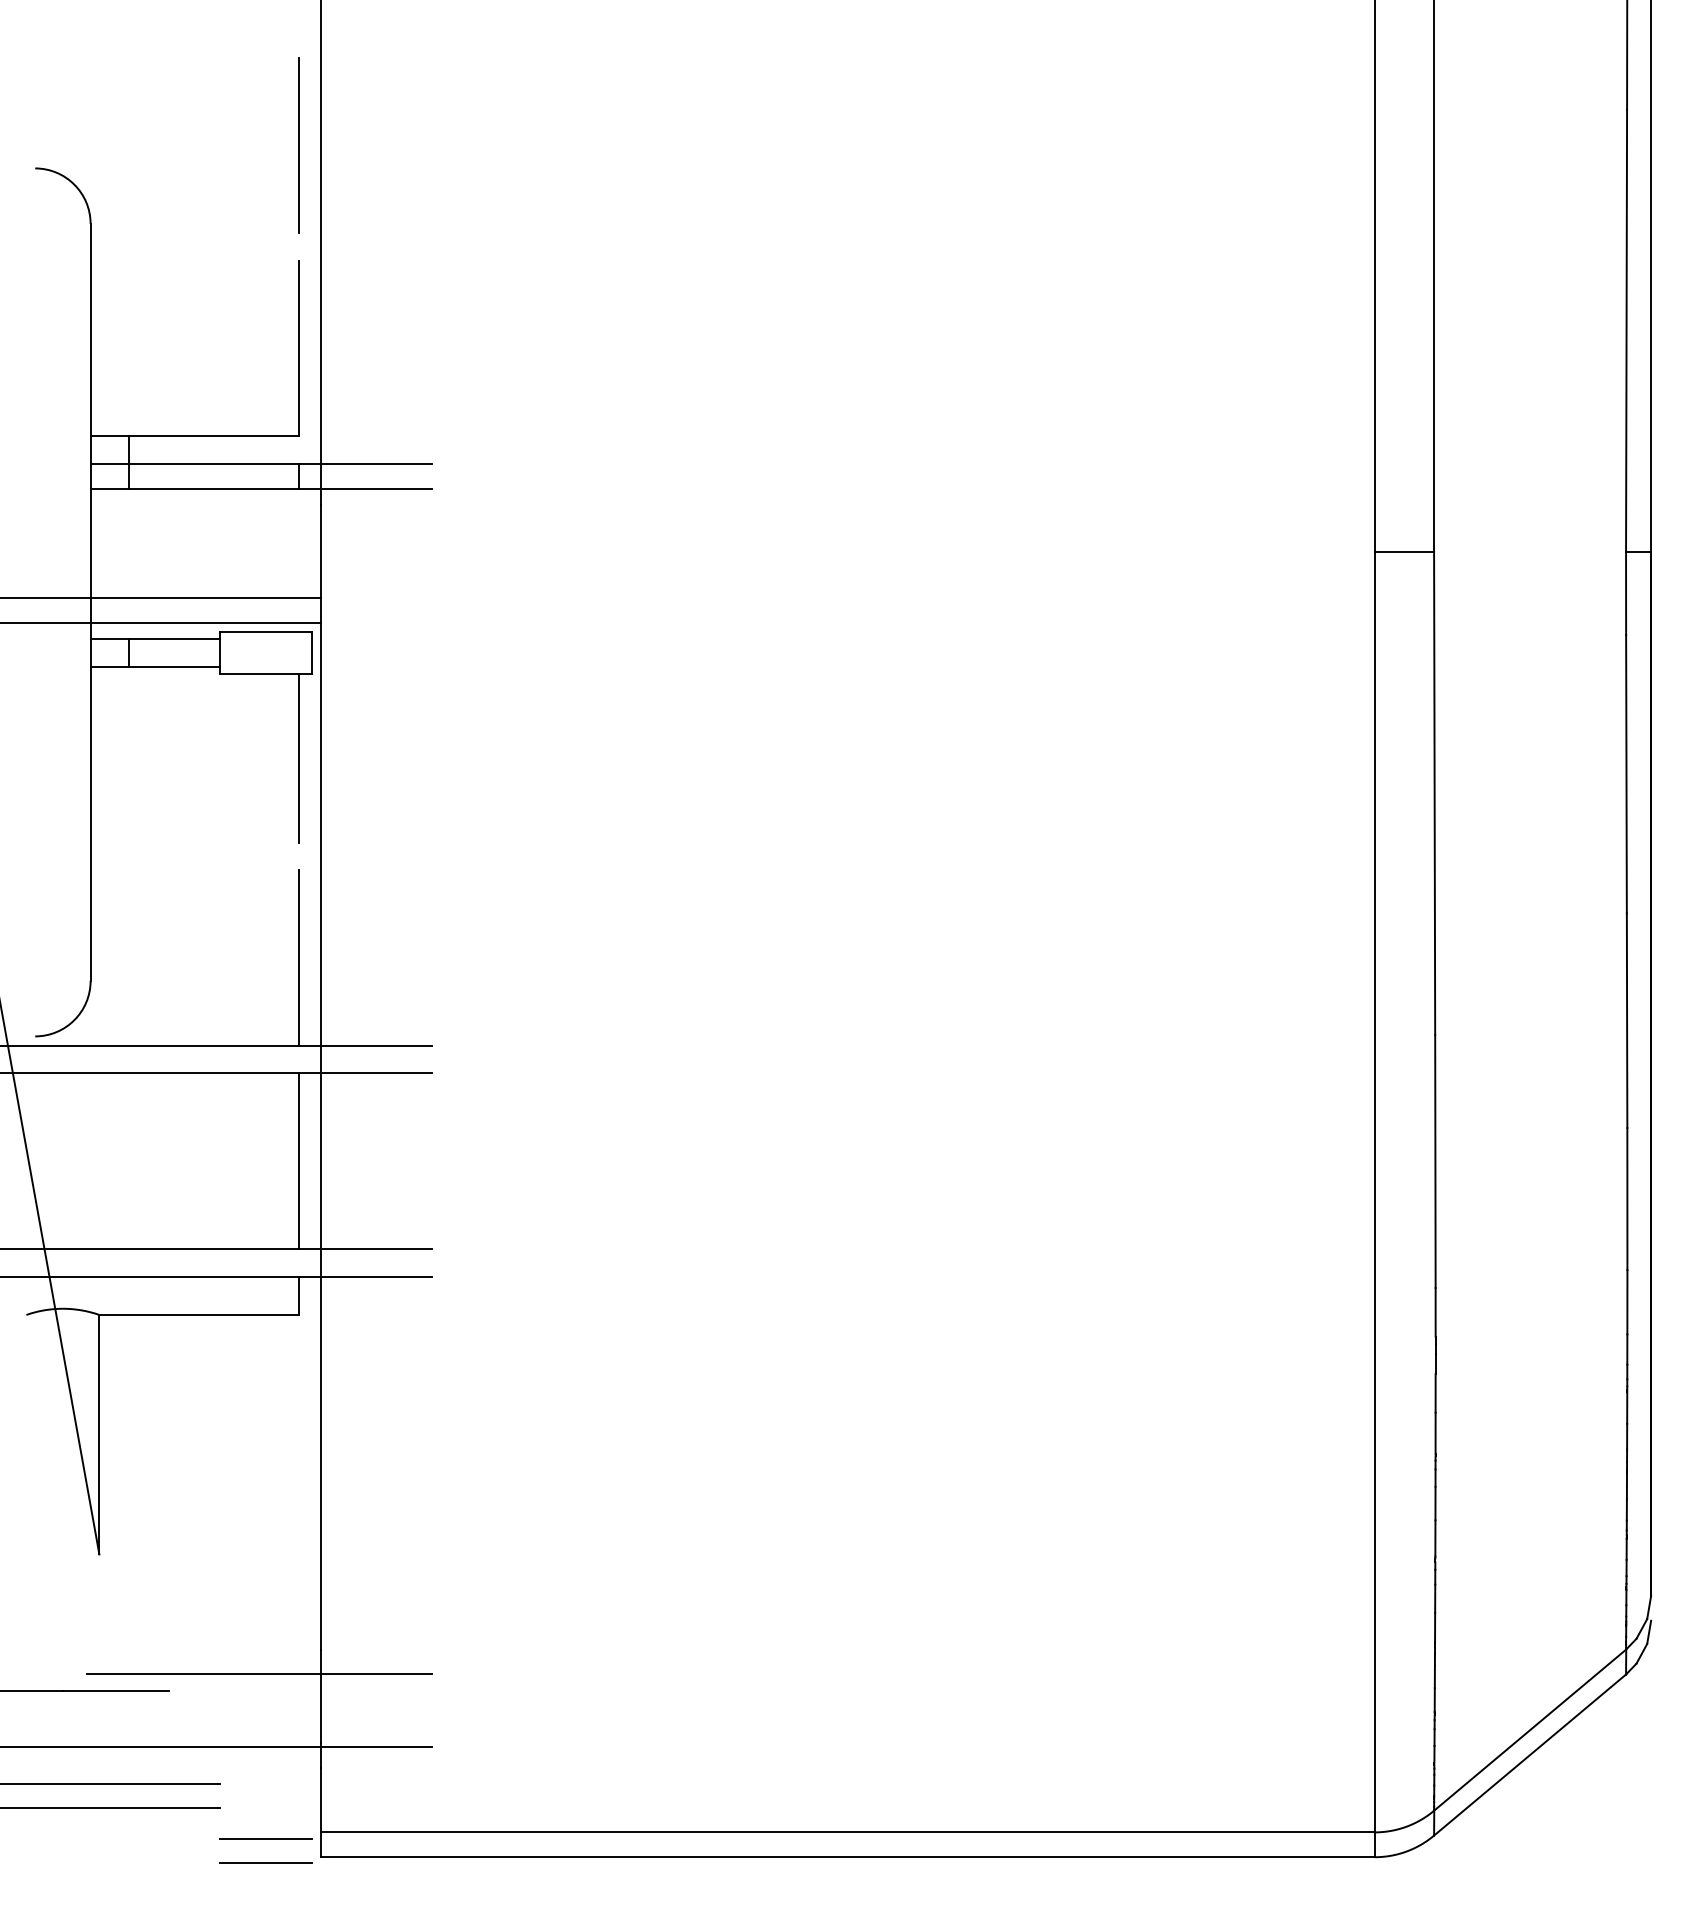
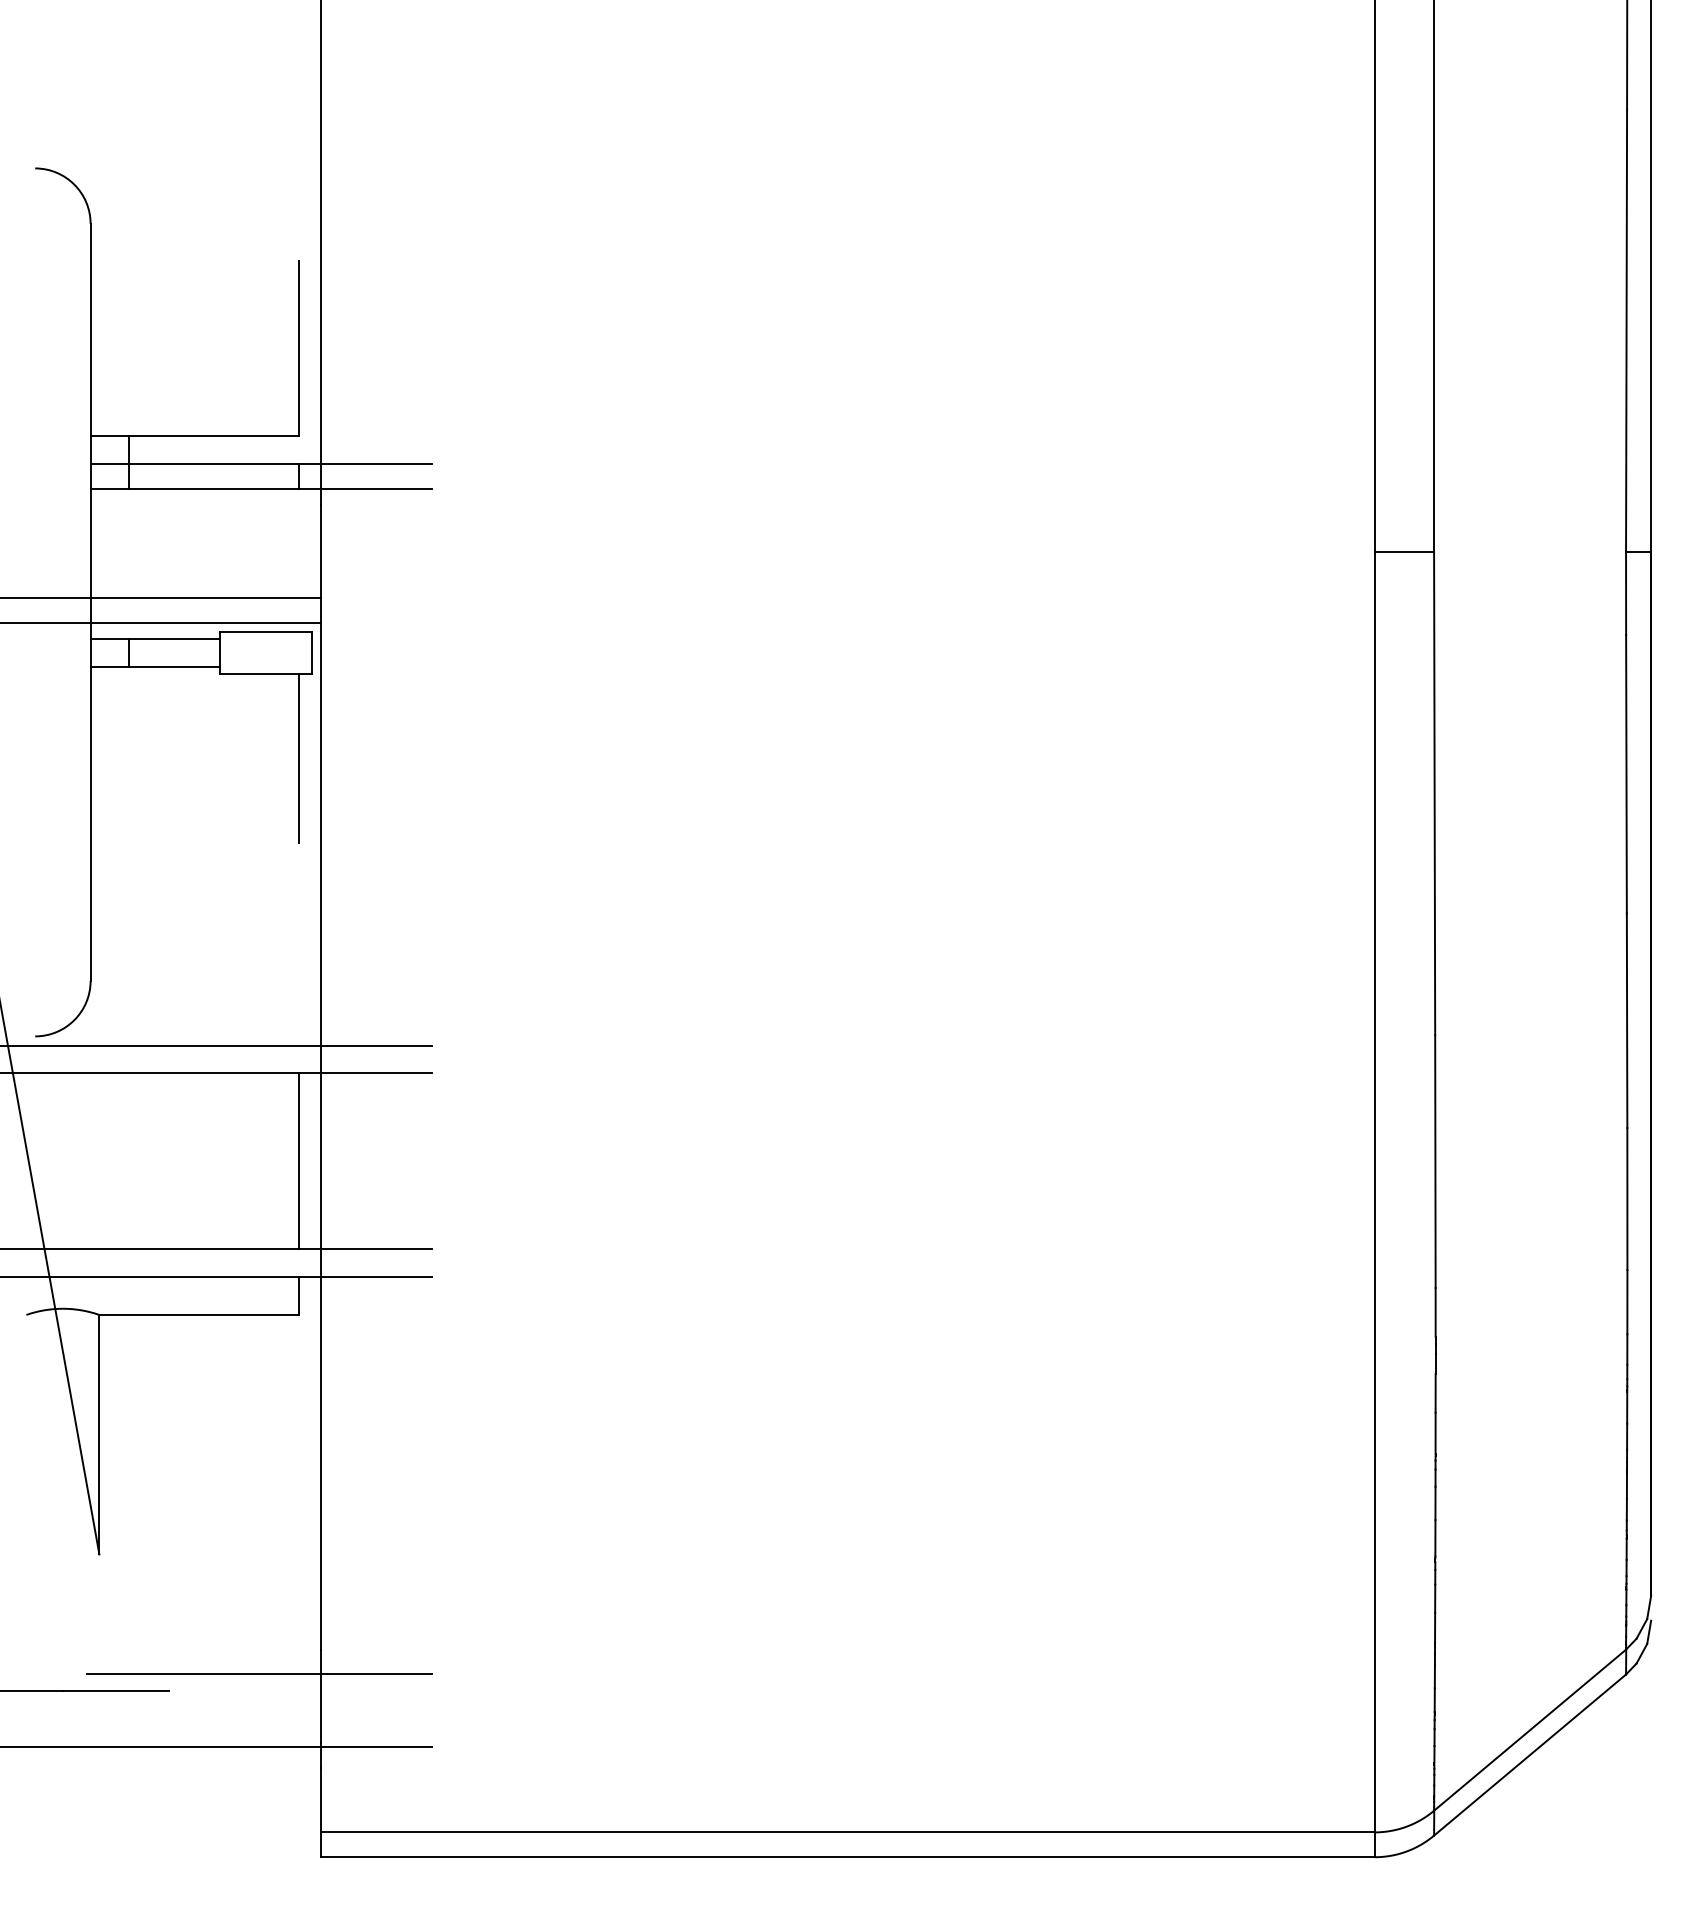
line at (298, 145): present -> none
line at (299, 957): present -> none
line at (110, 1783): present -> none
line at (110, 1808): present -> none
line at (265, 1838): present -> none
line at (265, 1862): present -> none
